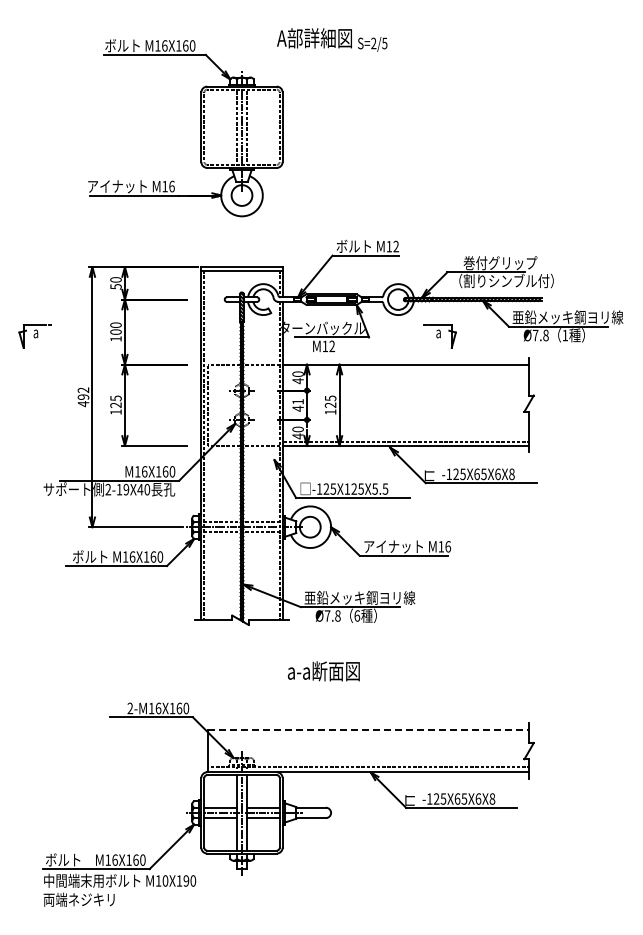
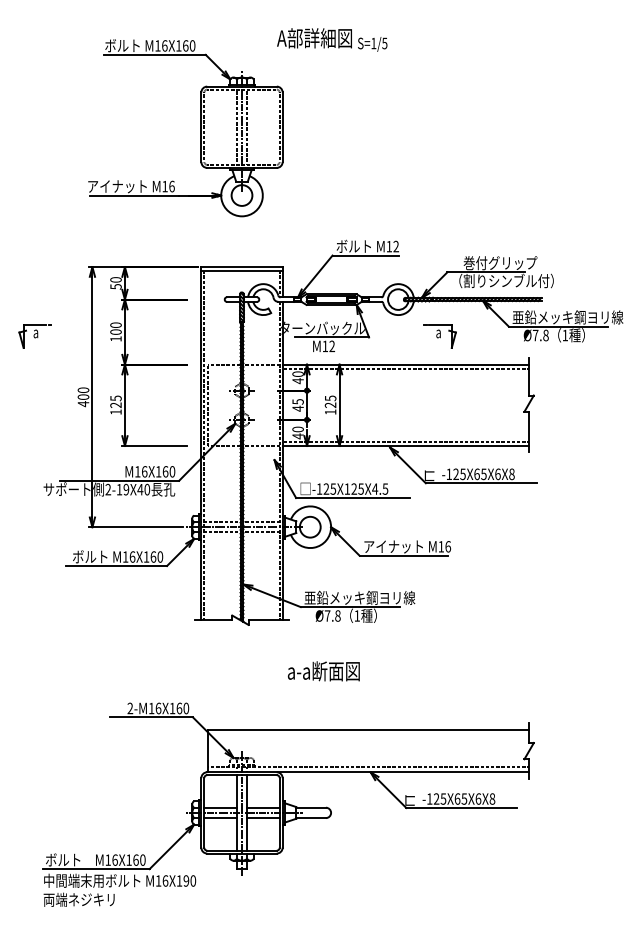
text at (373, 43): S=2/5 -> S=1/5
line at (405, 368): none -> present
text at (83, 393): 492 -> 400
text at (297, 401): 41 -> 45
text at (375, 488): -125X125X5.5 -> -125X125X4.5
text at (357, 615): 6 -> 1
line at (369, 730): dashed -> solid
text at (165, 880): M10X190 -> M16X190
